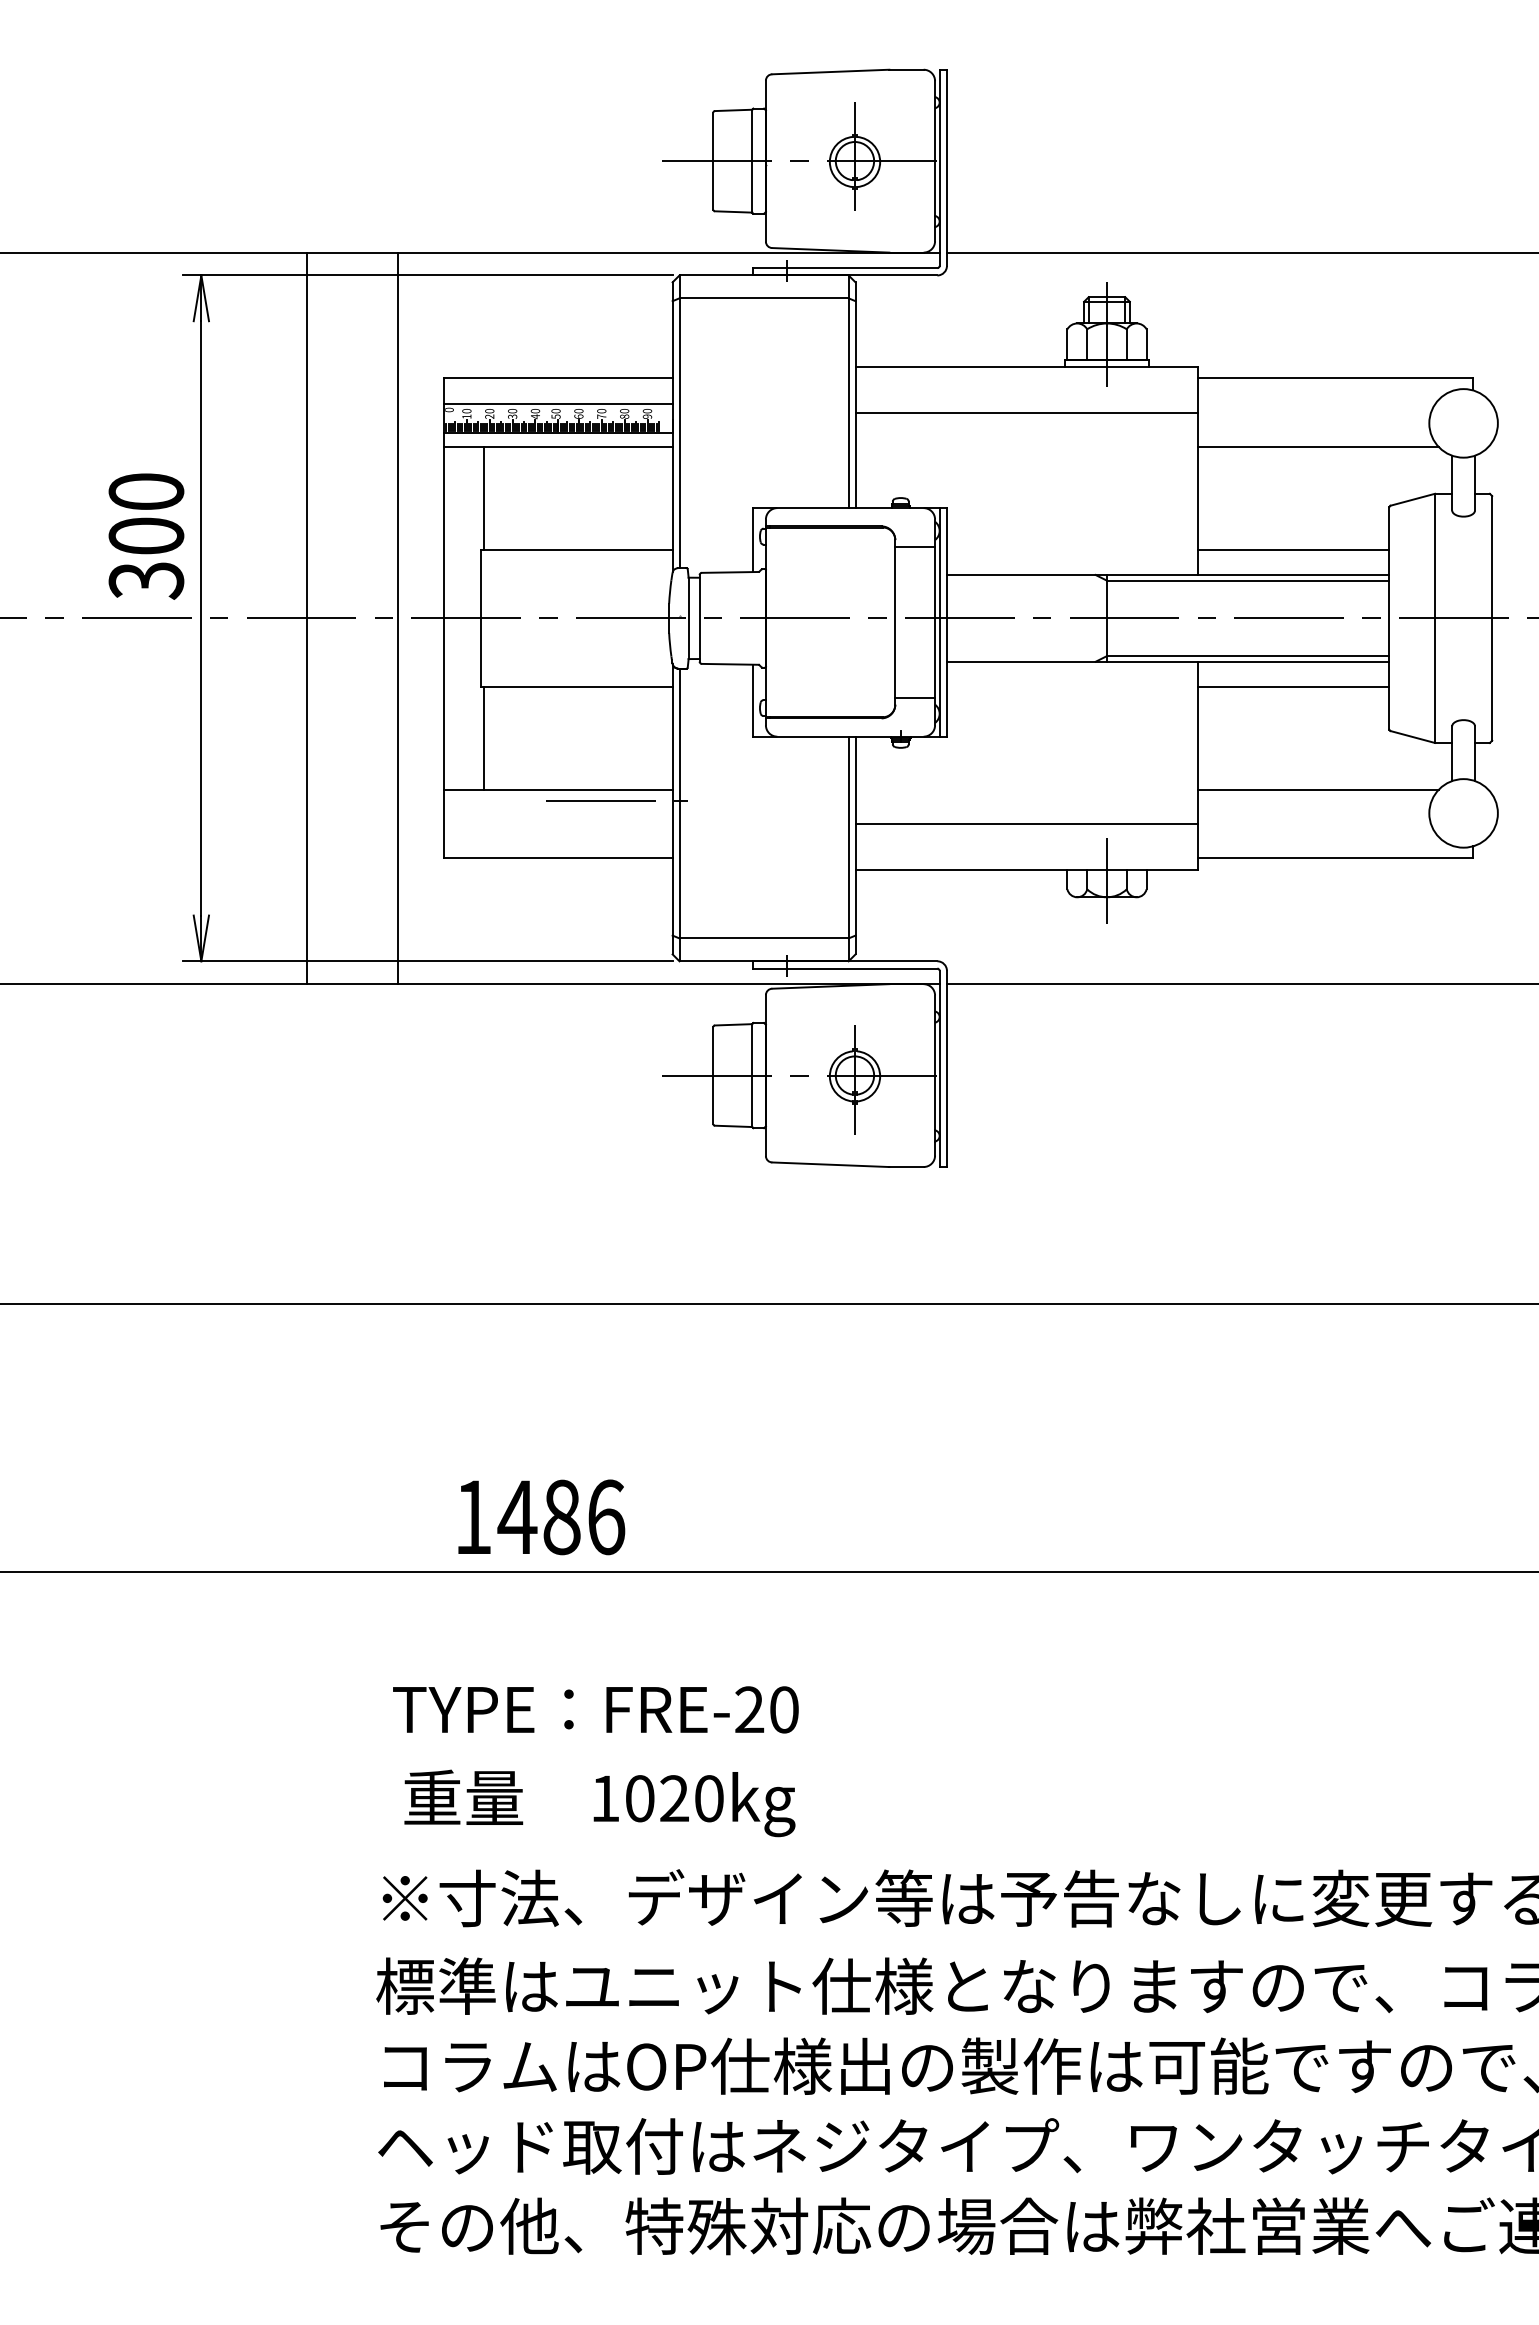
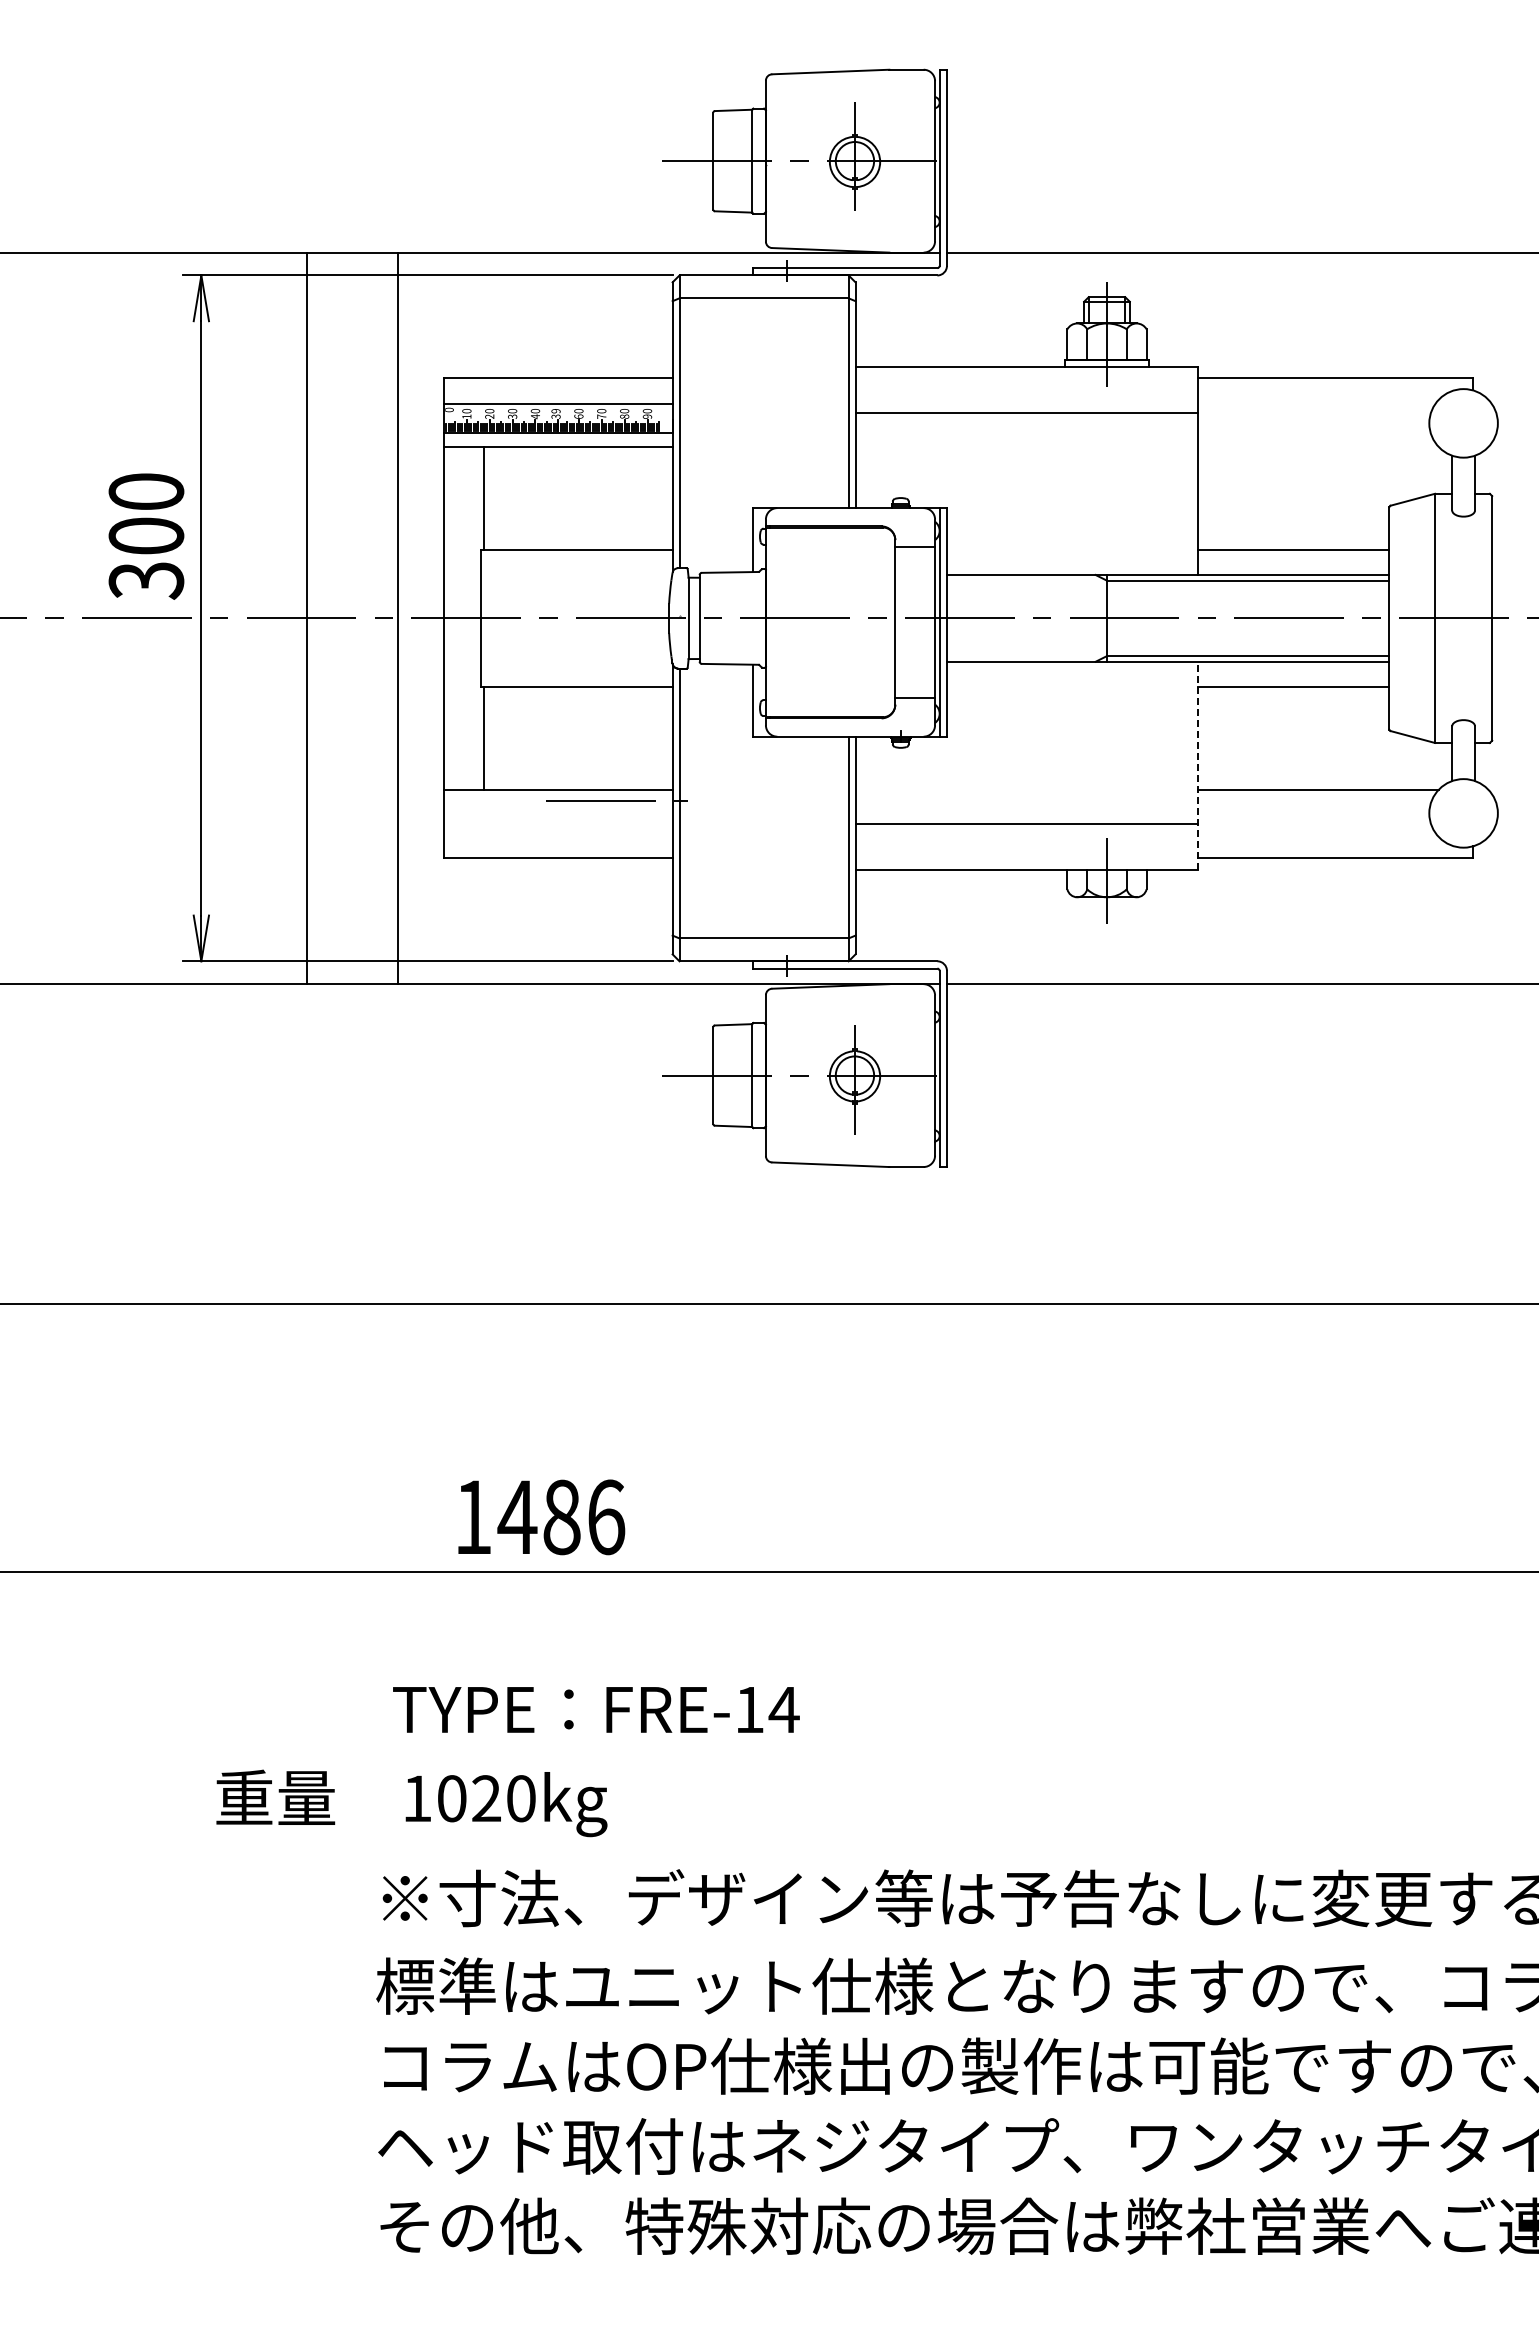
text at (555, 413): 50 -> 39
line at (1318, 446): present -> none
line at (1198, 765): solid -> dashed
text at (767, 1709): FRE-20 -> FRE-14
text at (599, 1803) position: (599, 1803) -> (411, 1803)
